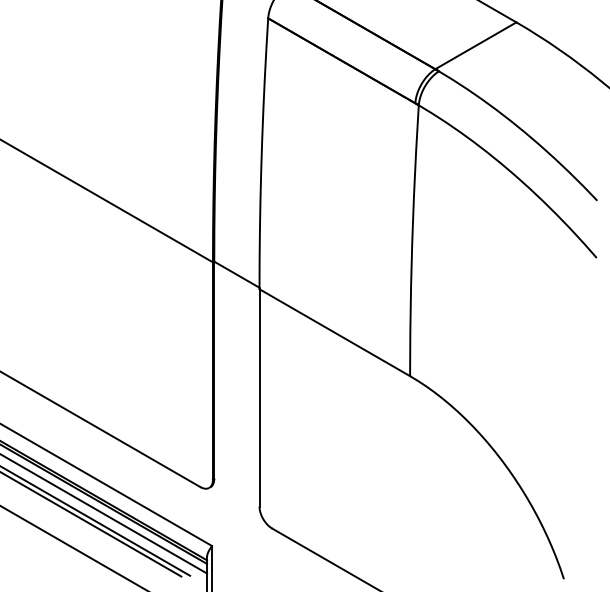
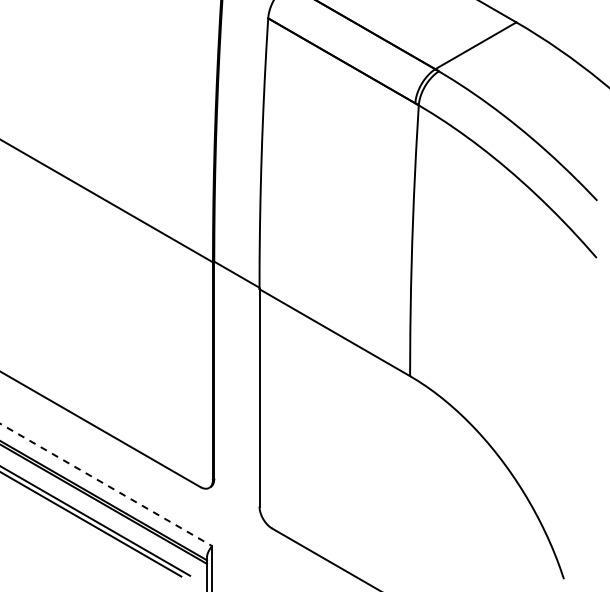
line at (106, 485): solid -> dashed
line at (104, 514): present -> none
line at (73, 547): present -> none
